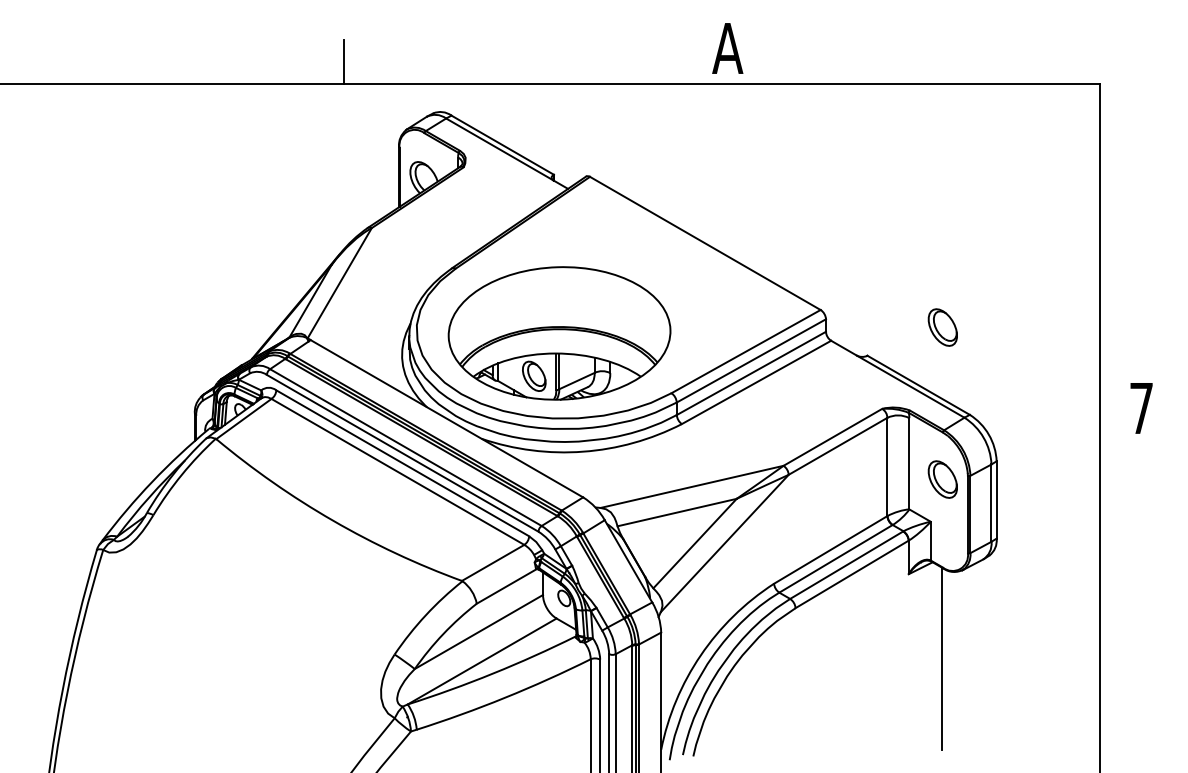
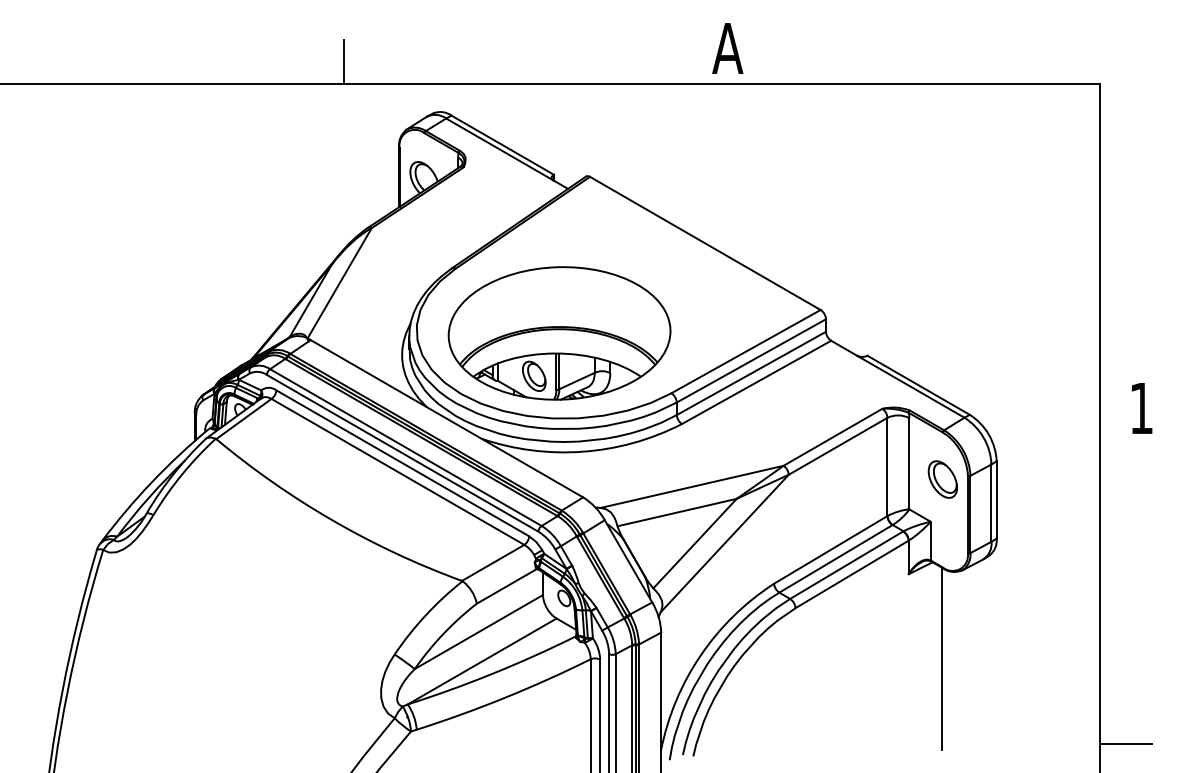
part at (942, 327): present -> none
text at (1141, 408): 7 -> 1
line at (1125, 743): none -> present
